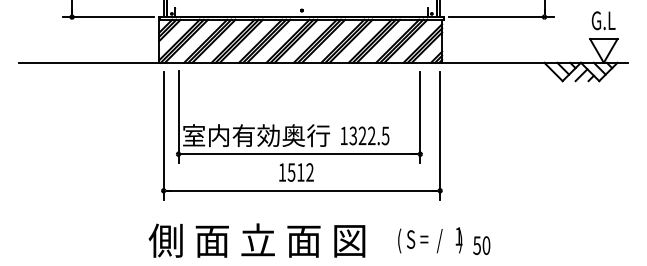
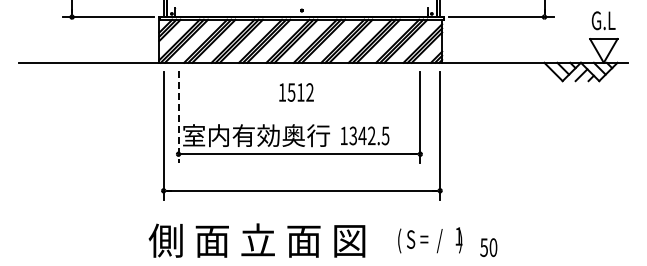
line at (178, 117): solid -> dashed
text at (362, 135): 1322.5 -> 1342.5
text at (296, 172) position: (296, 172) -> (296, 92)
text at (481, 245) position: (481, 245) -> (488, 247)
